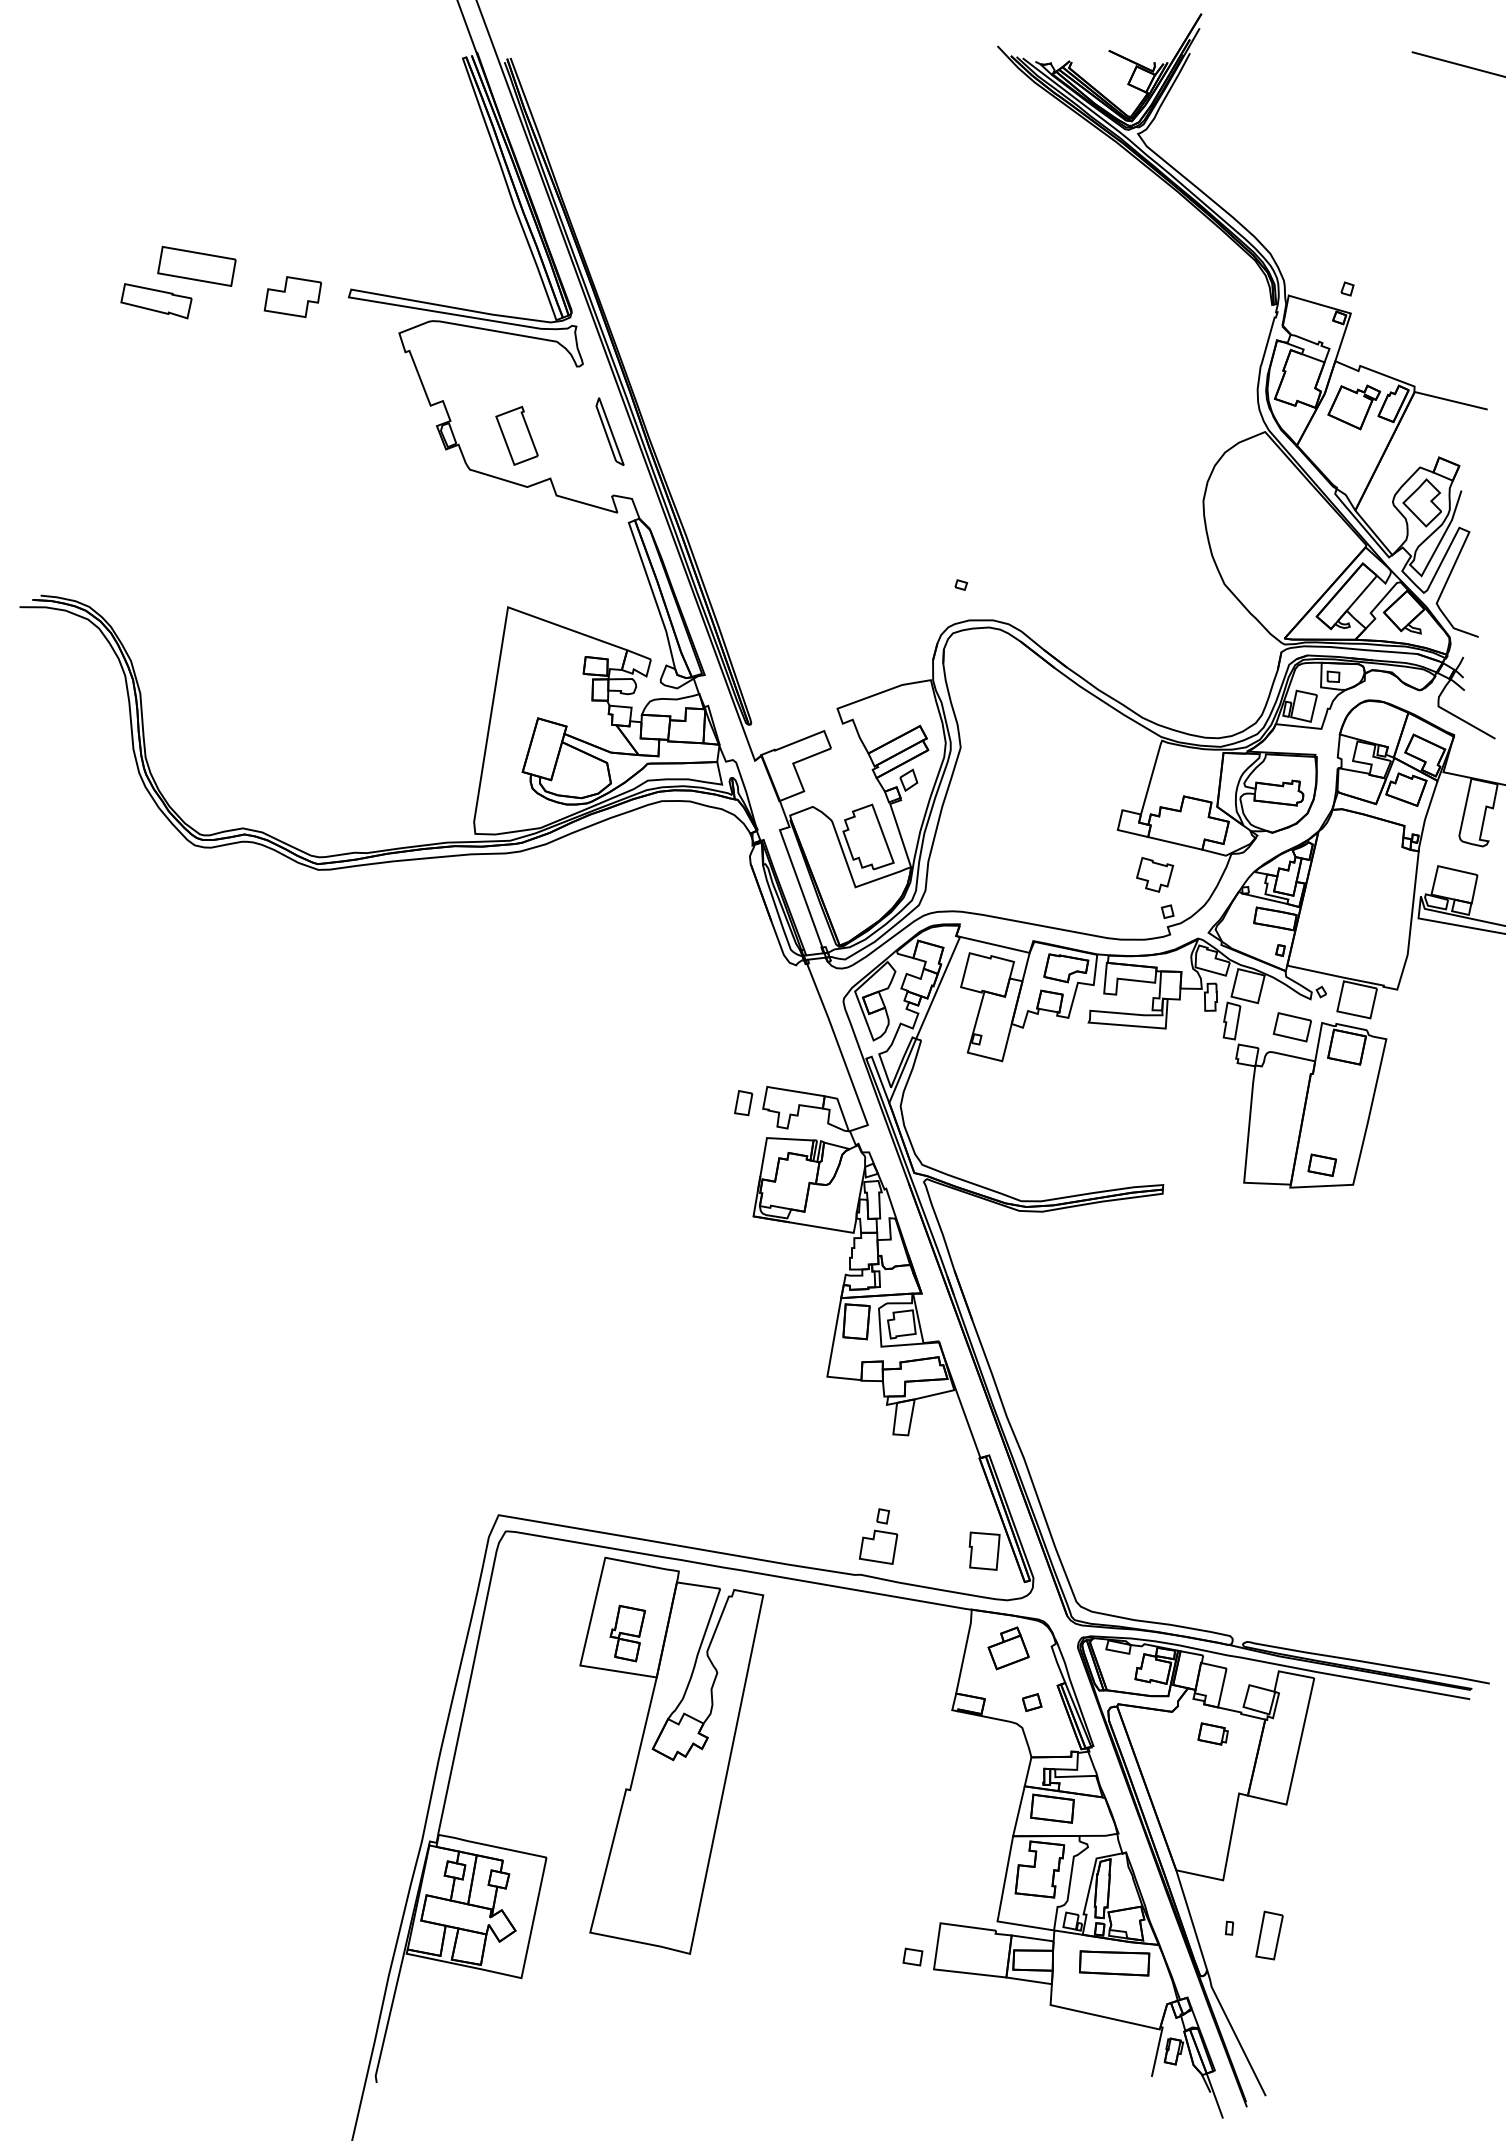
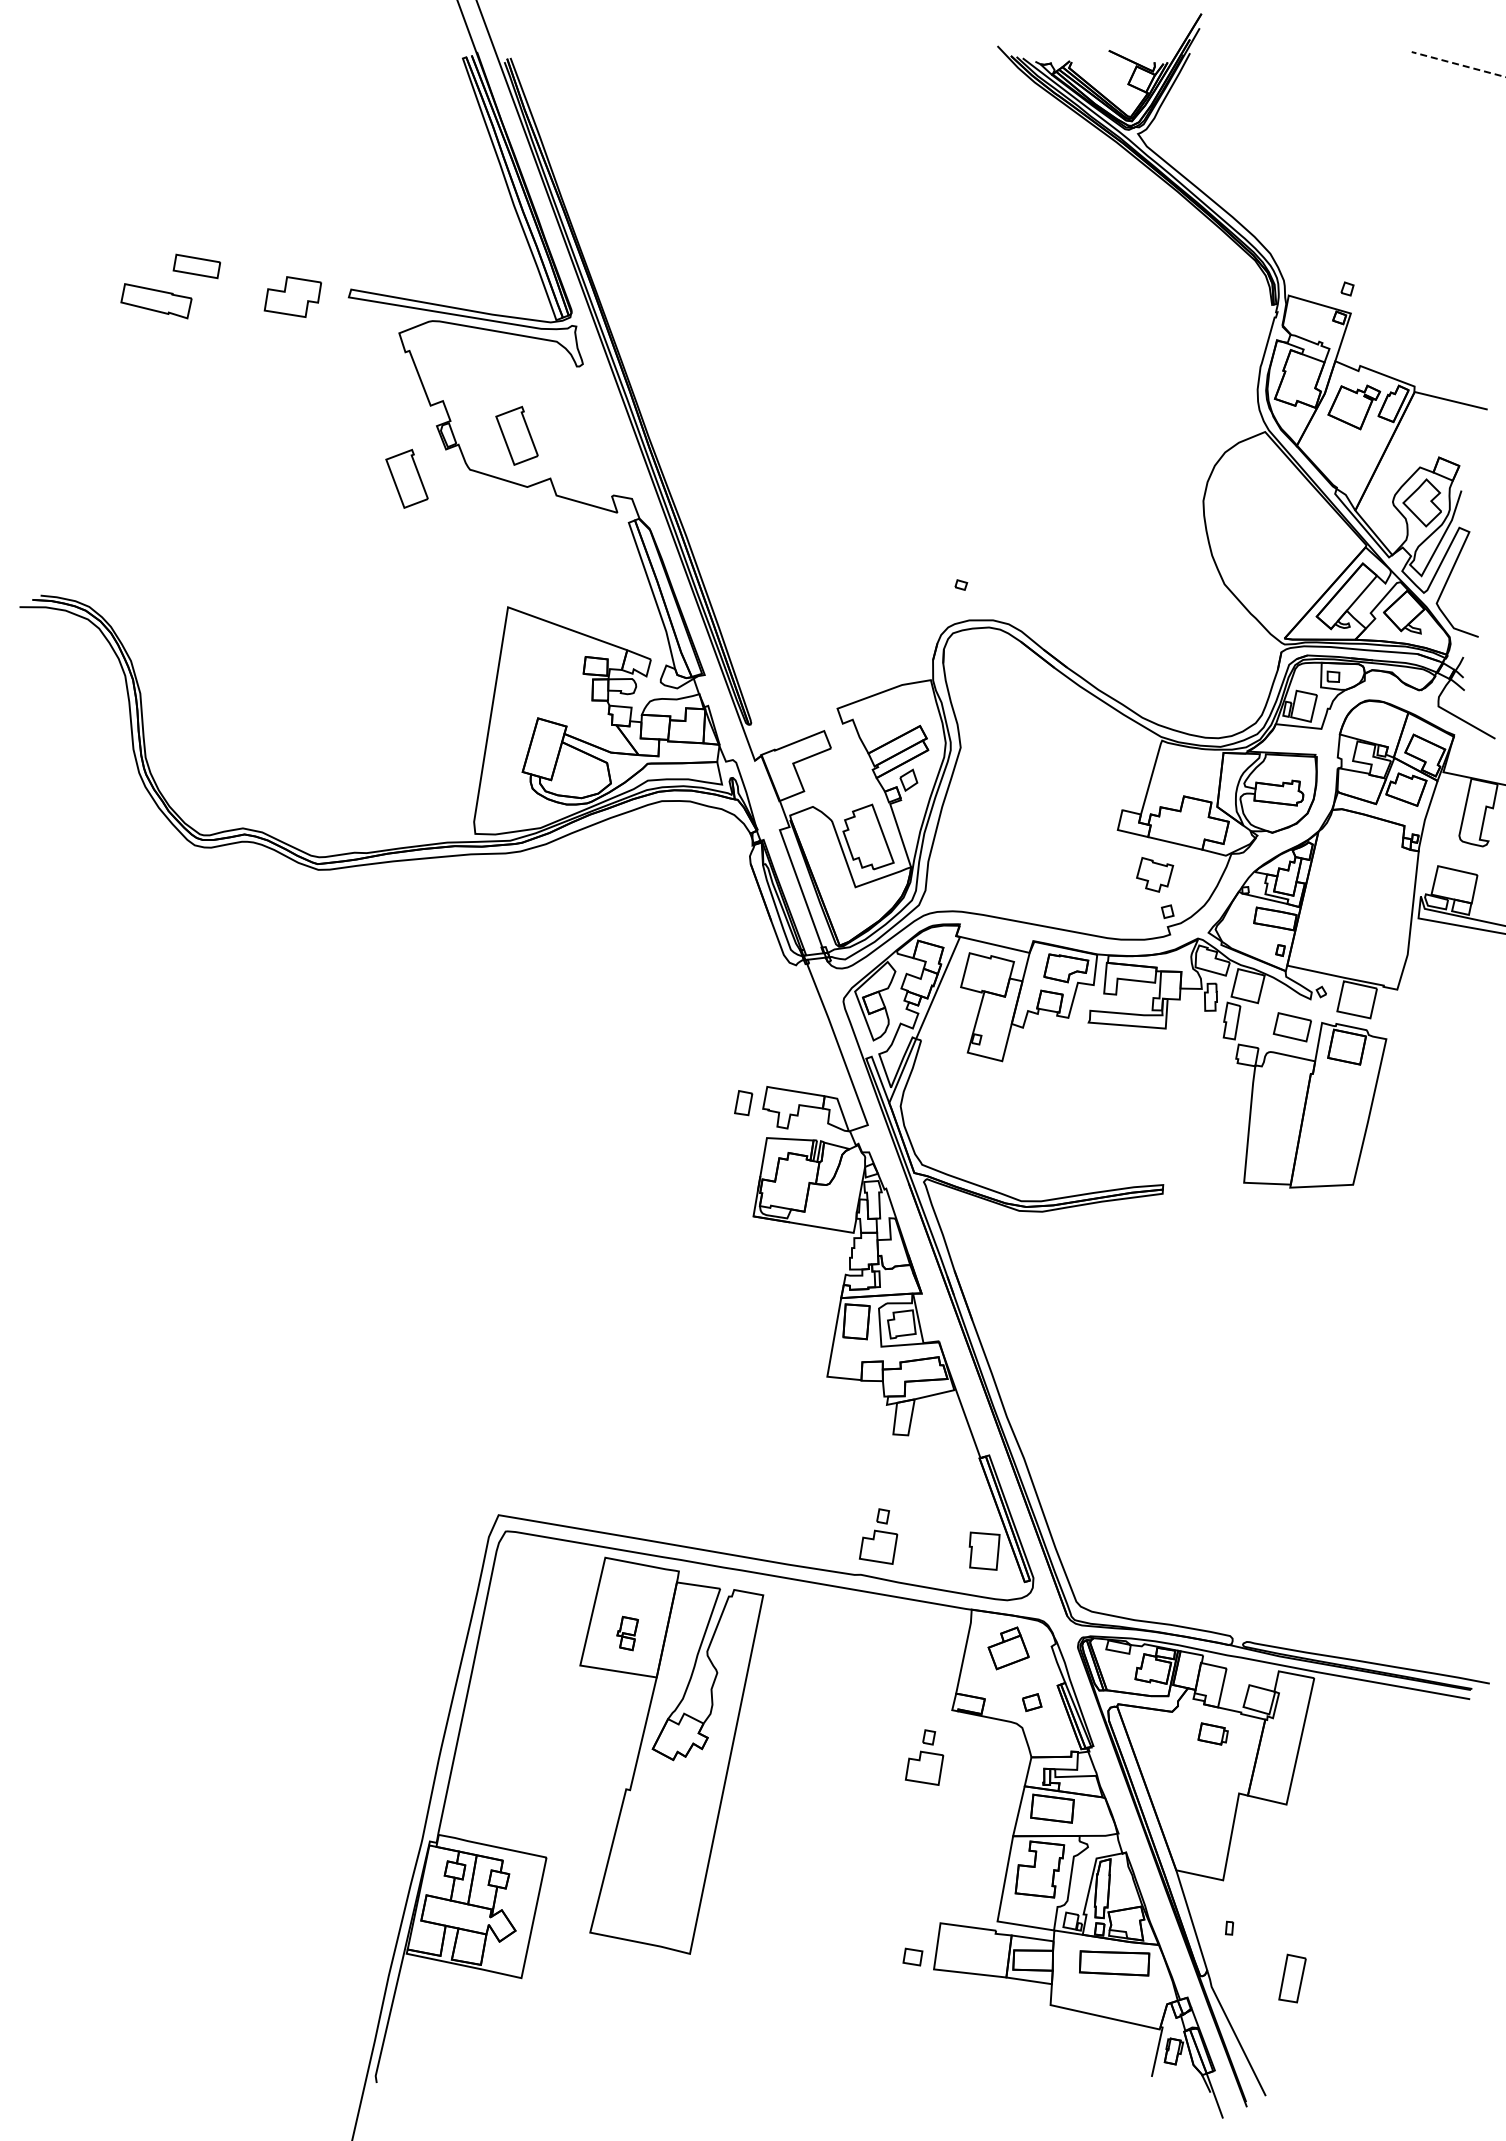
line at (1458, 64): solid -> dashed
part at (196, 266) size: 80x41 px -> 49x27 px
part at (609, 431): present -> none
part at (406, 478): none -> present
part at (1321, 1164): present -> none
part at (627, 1633) size: 37x59 px -> 23x37 px
part at (924, 1757): none -> present
part at (1269, 1935) position: (1269, 1935) -> (1292, 1978)
